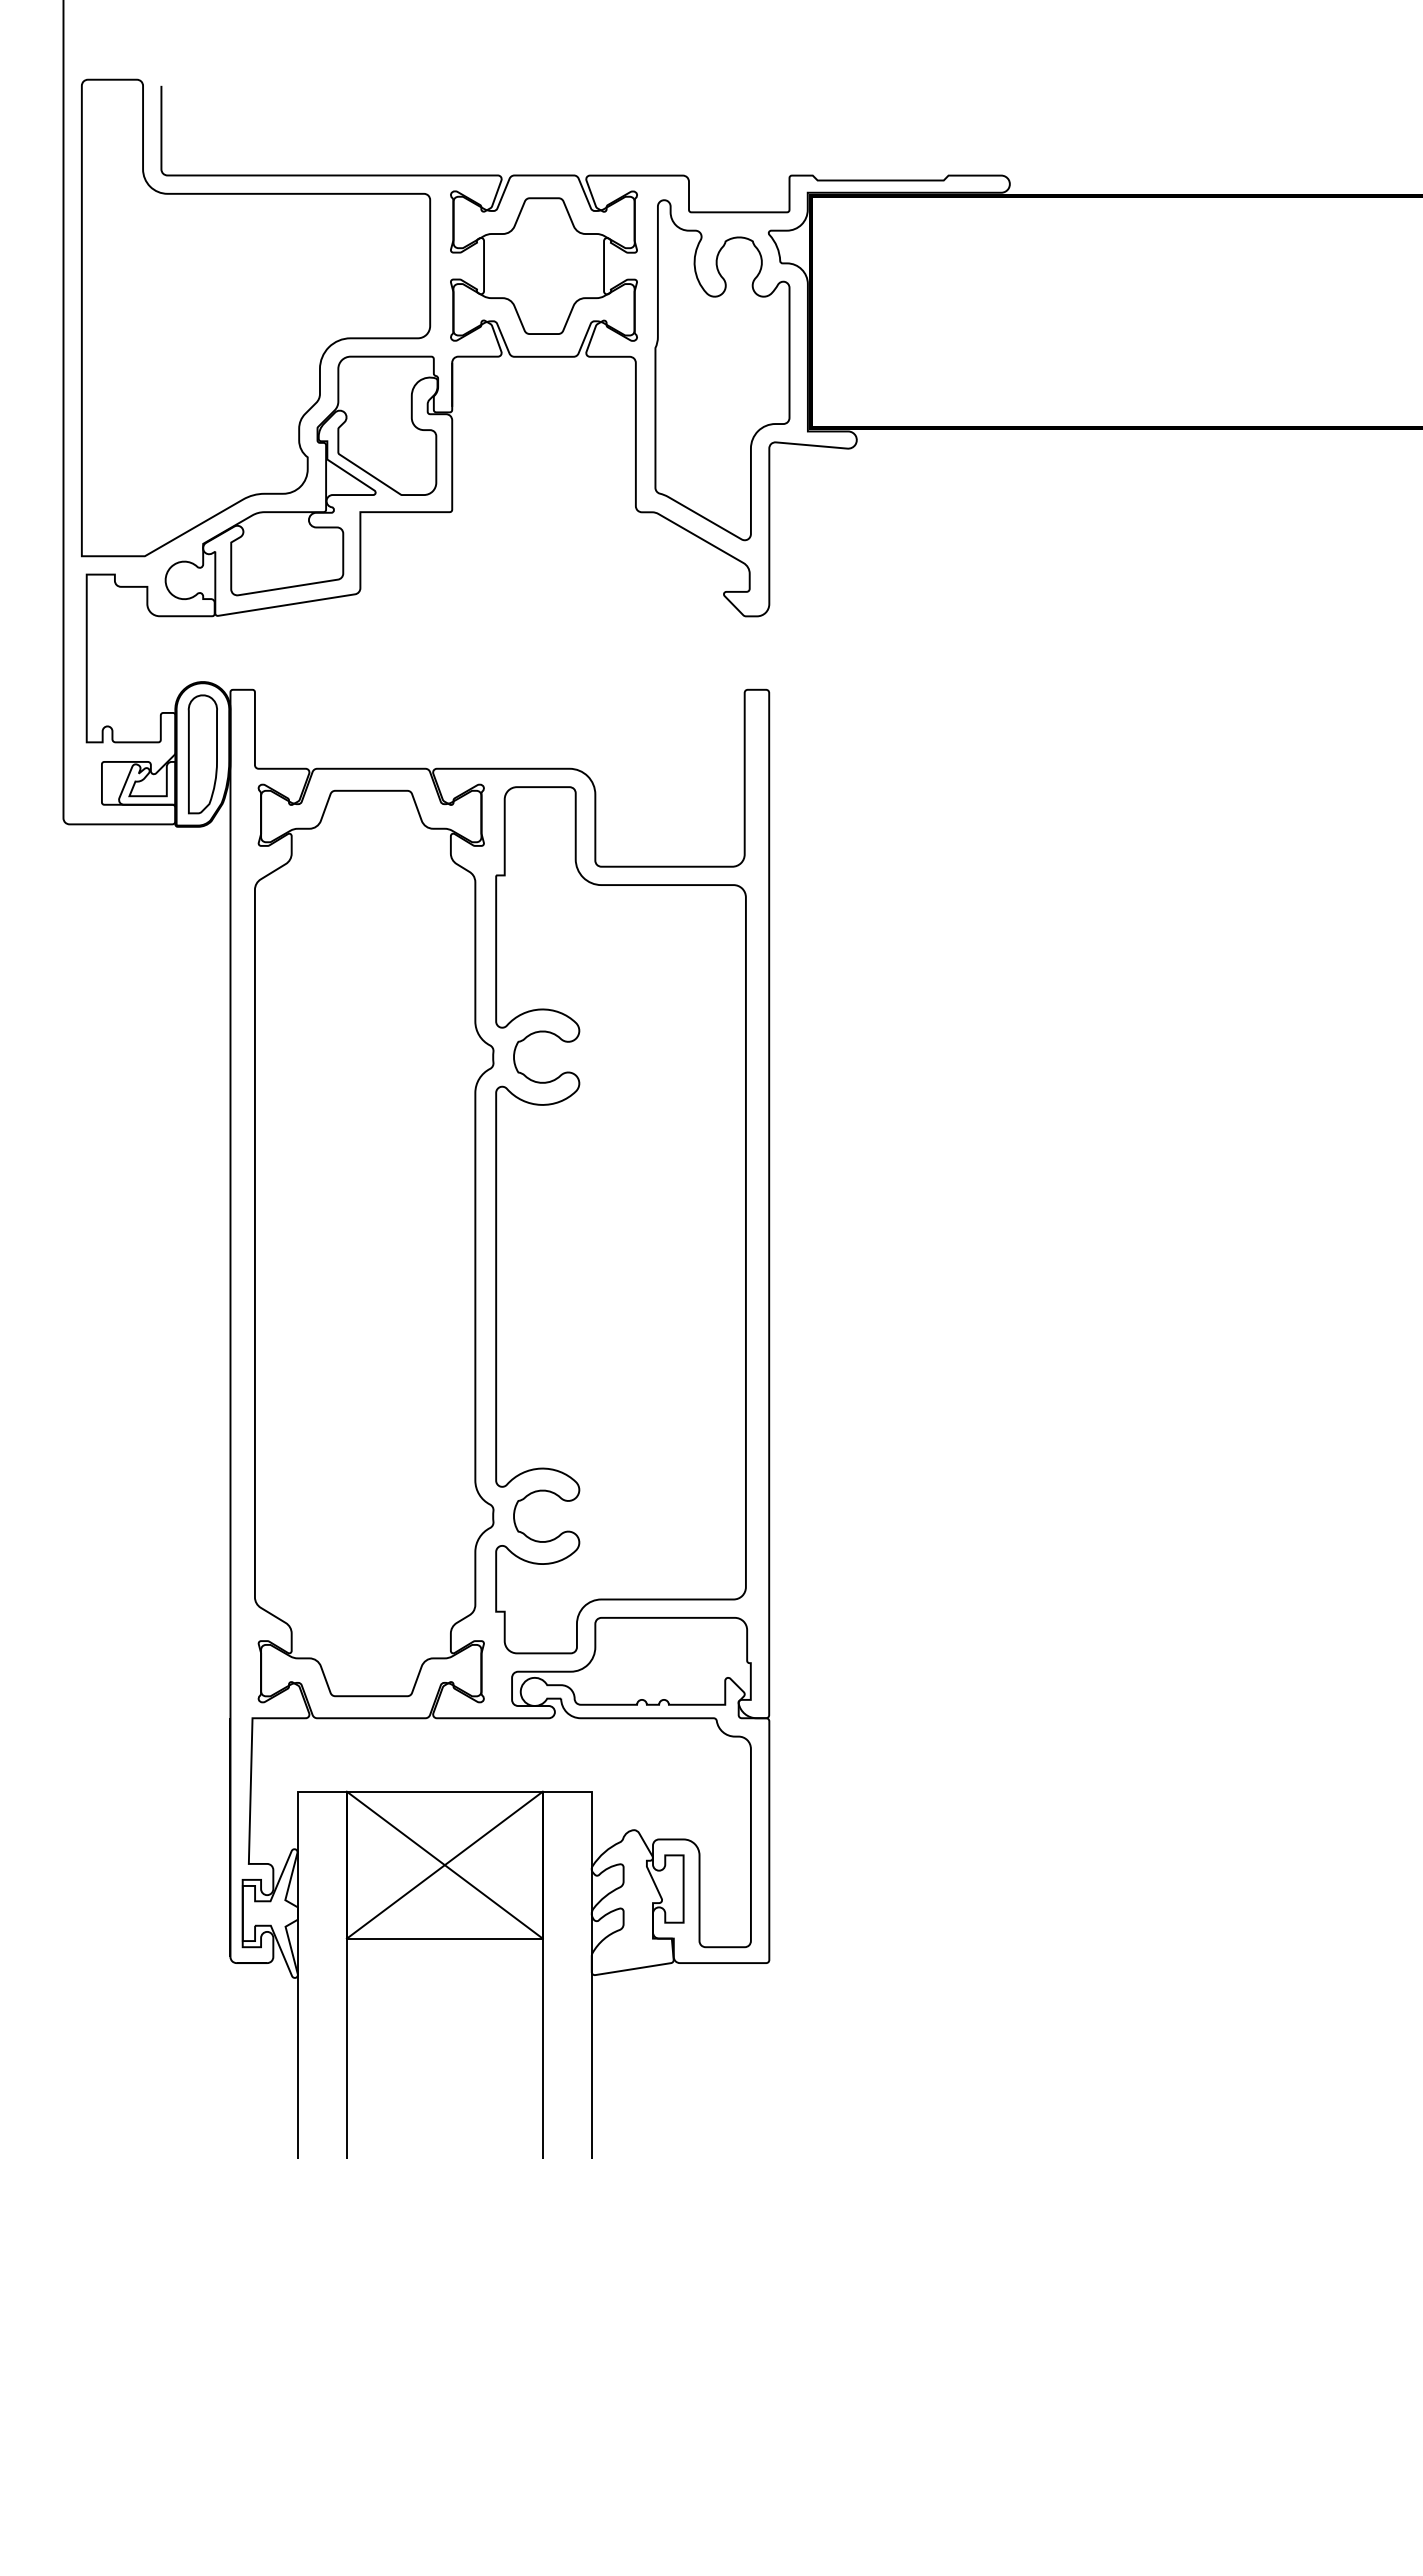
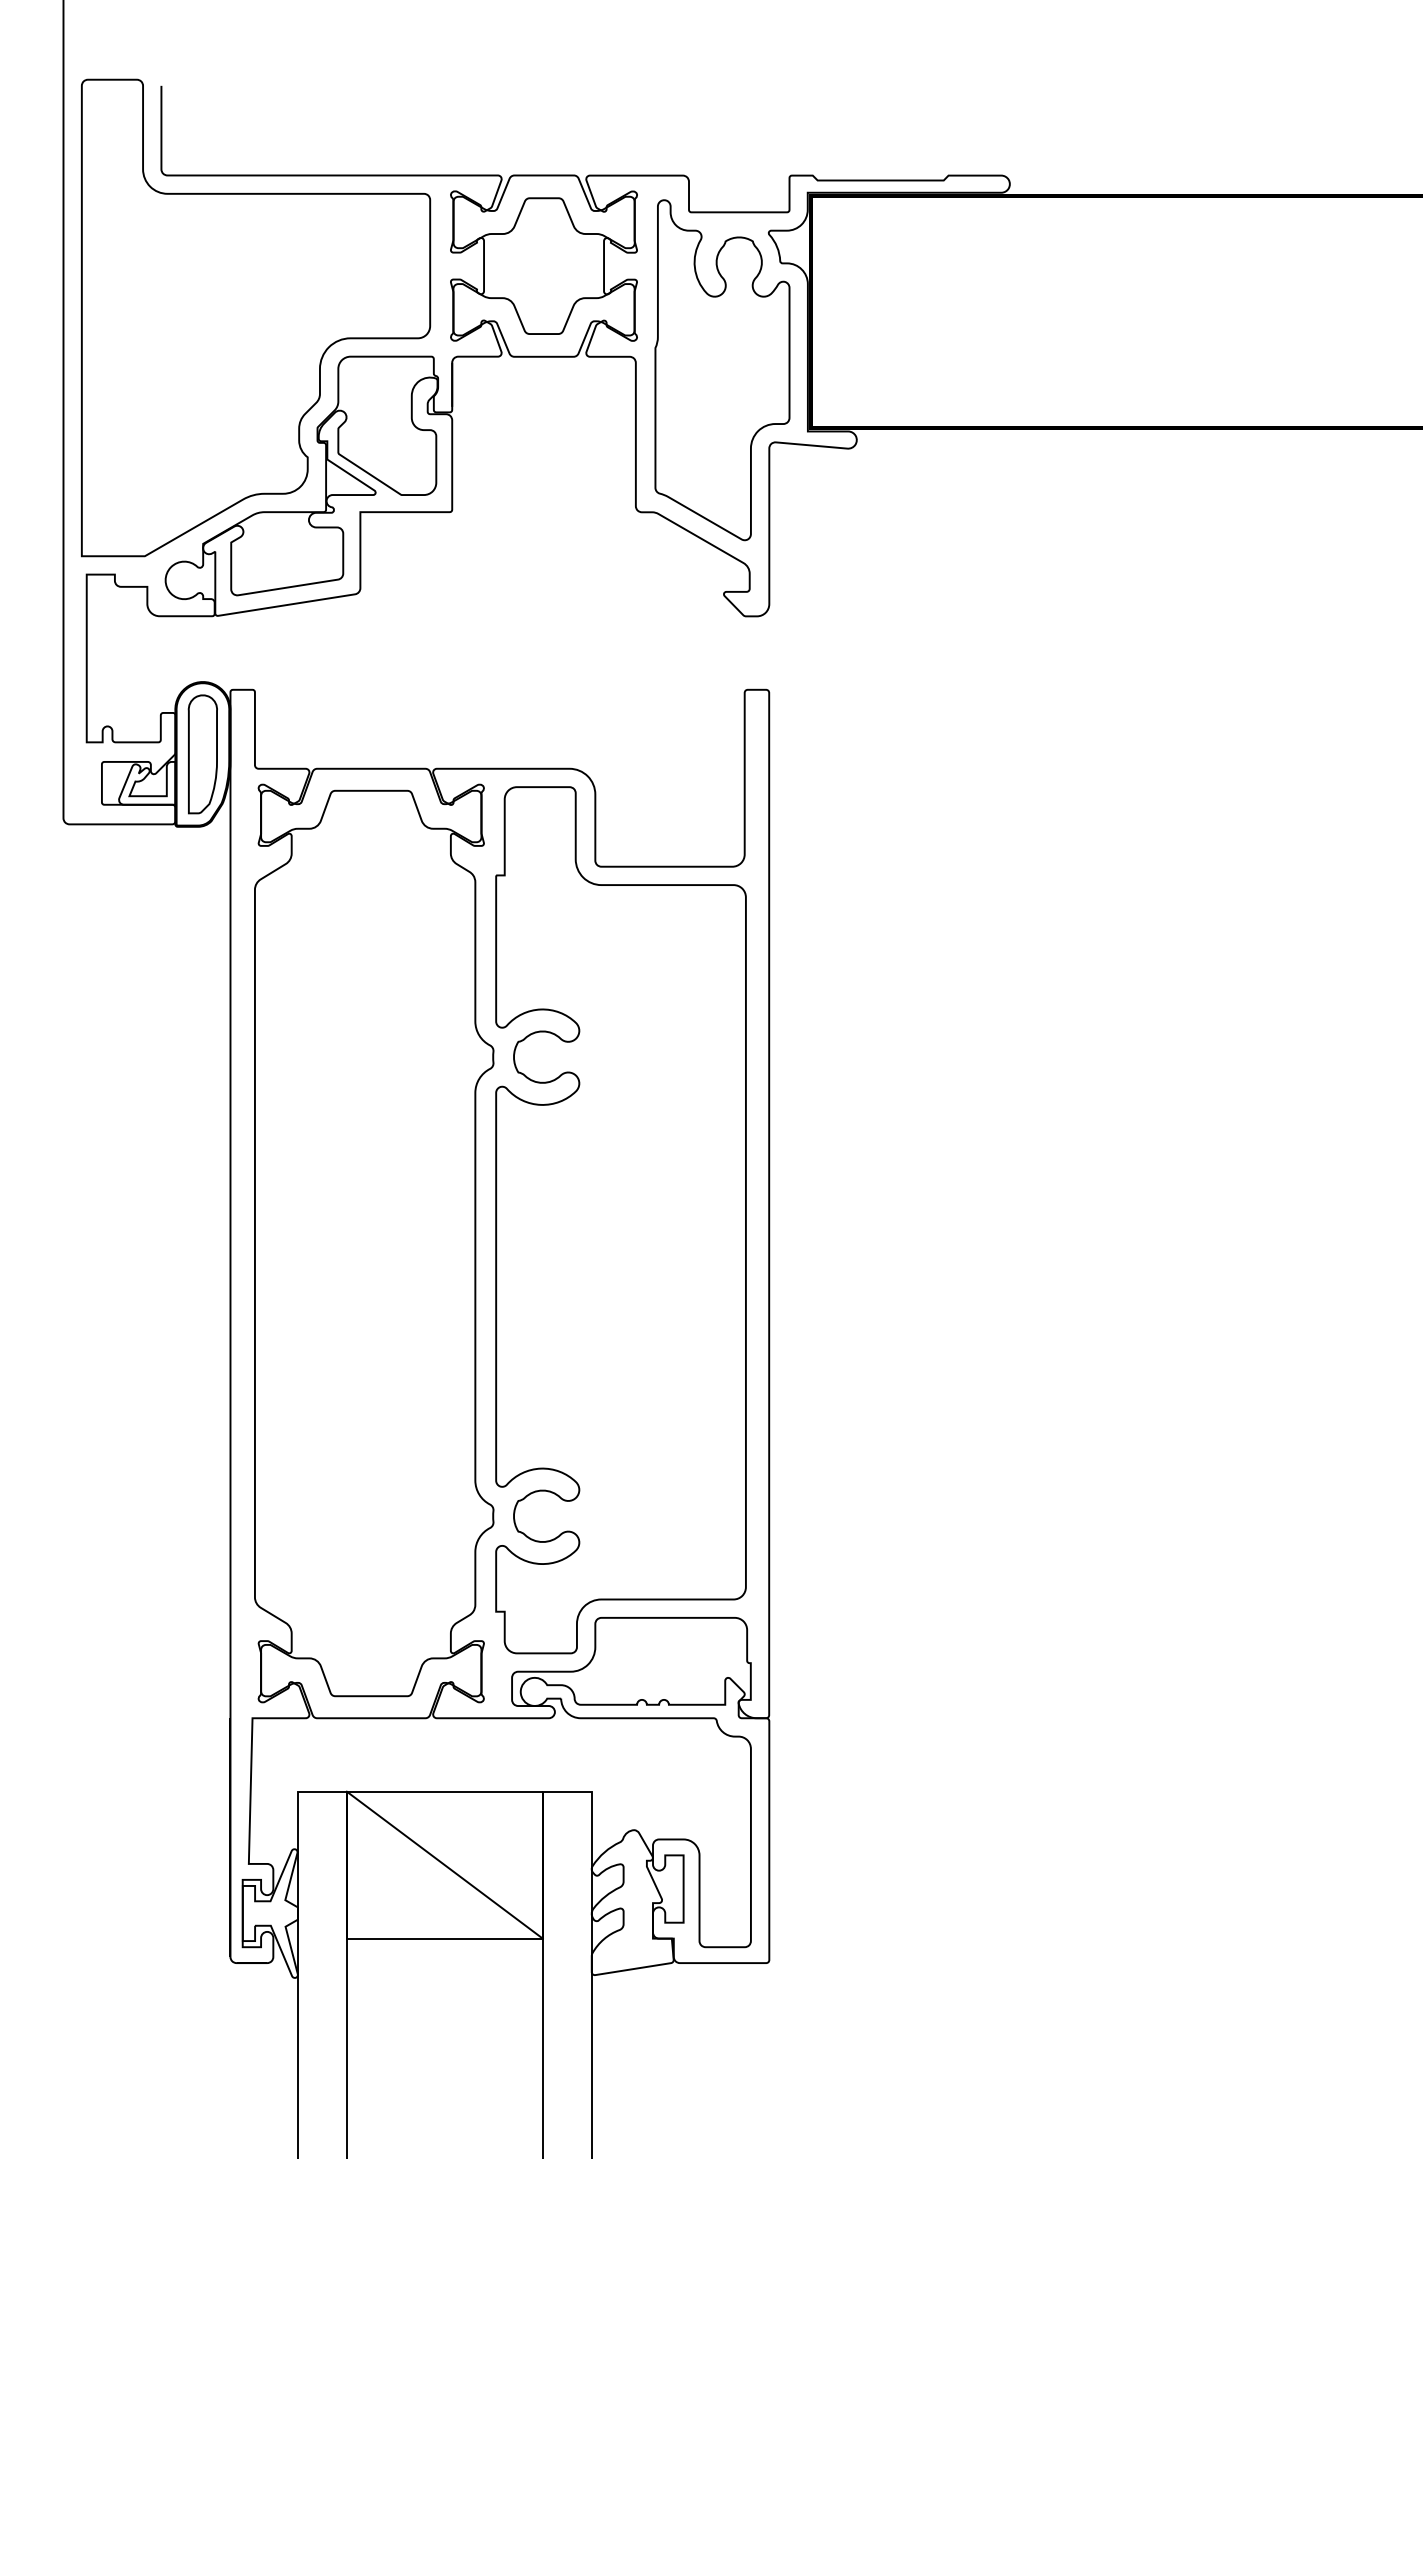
line at (444, 1864): present -> none
